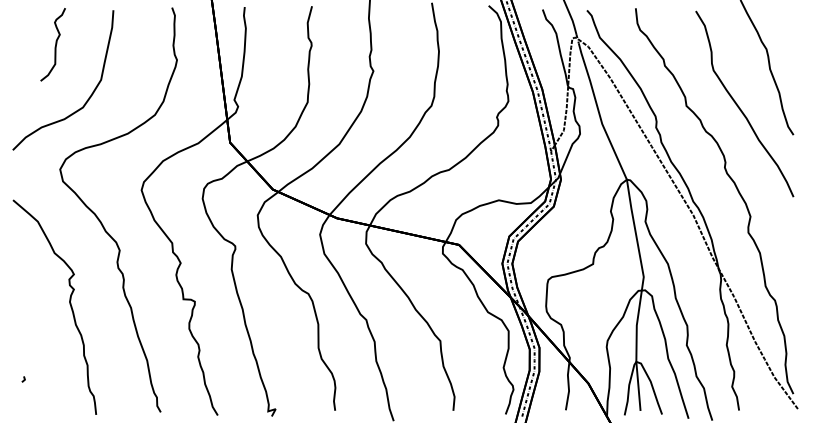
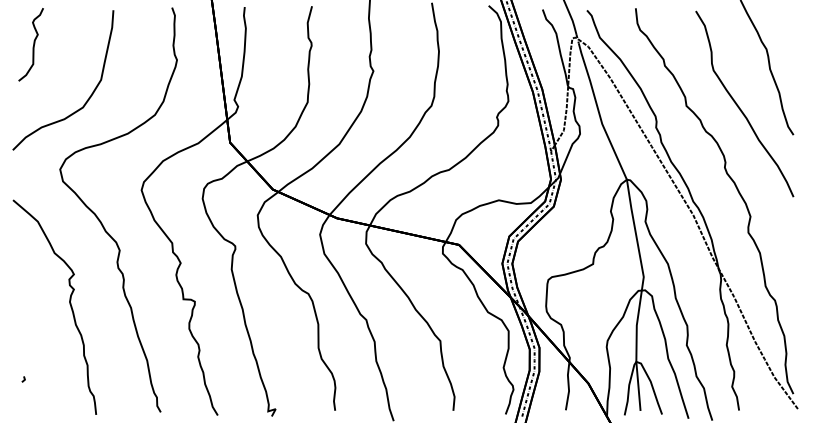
curve at (54, 46) position: (54, 46) -> (32, 46)
